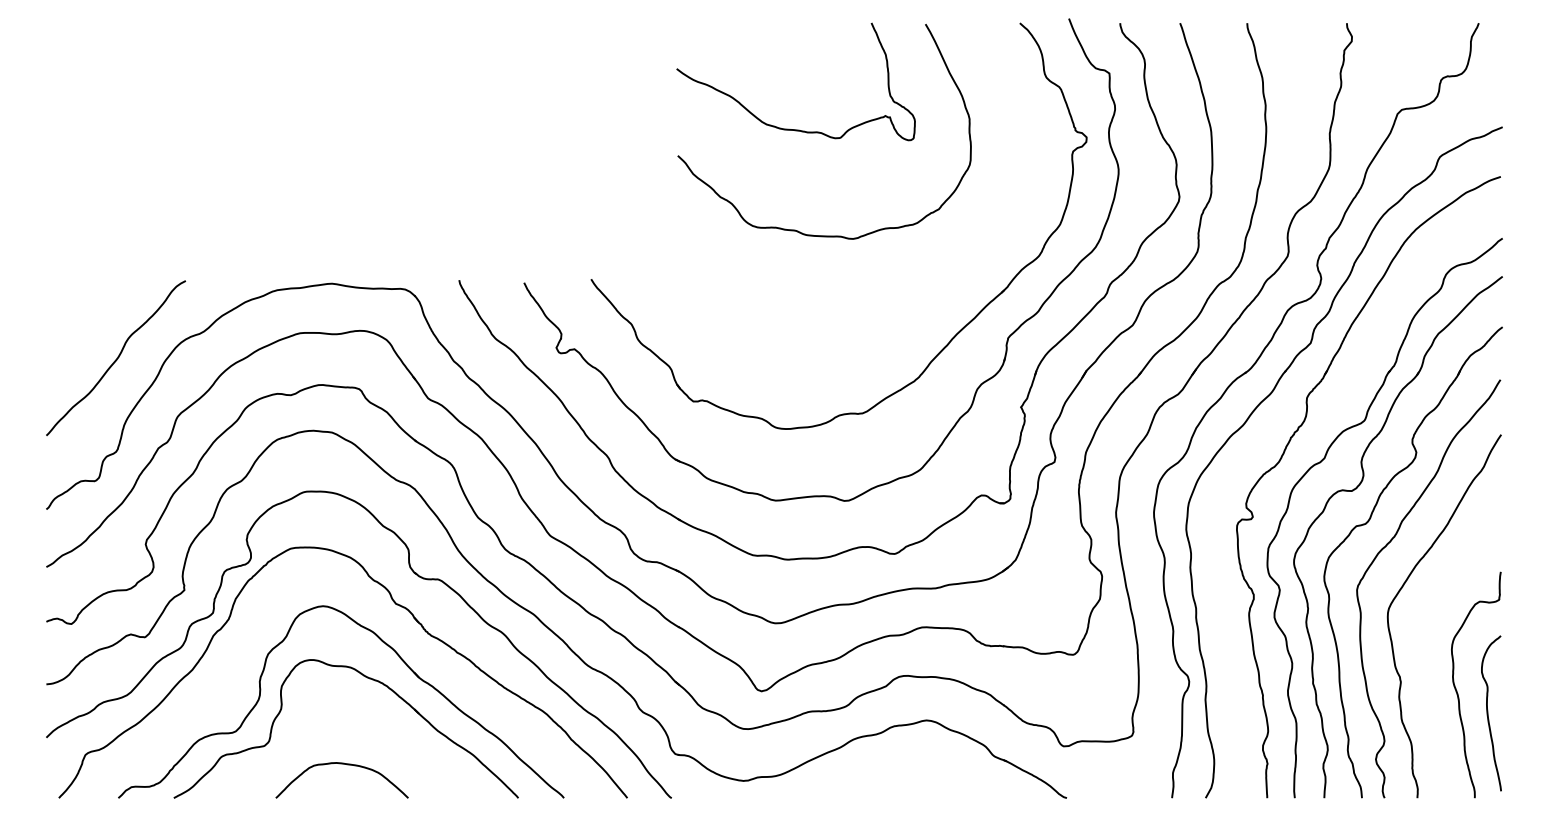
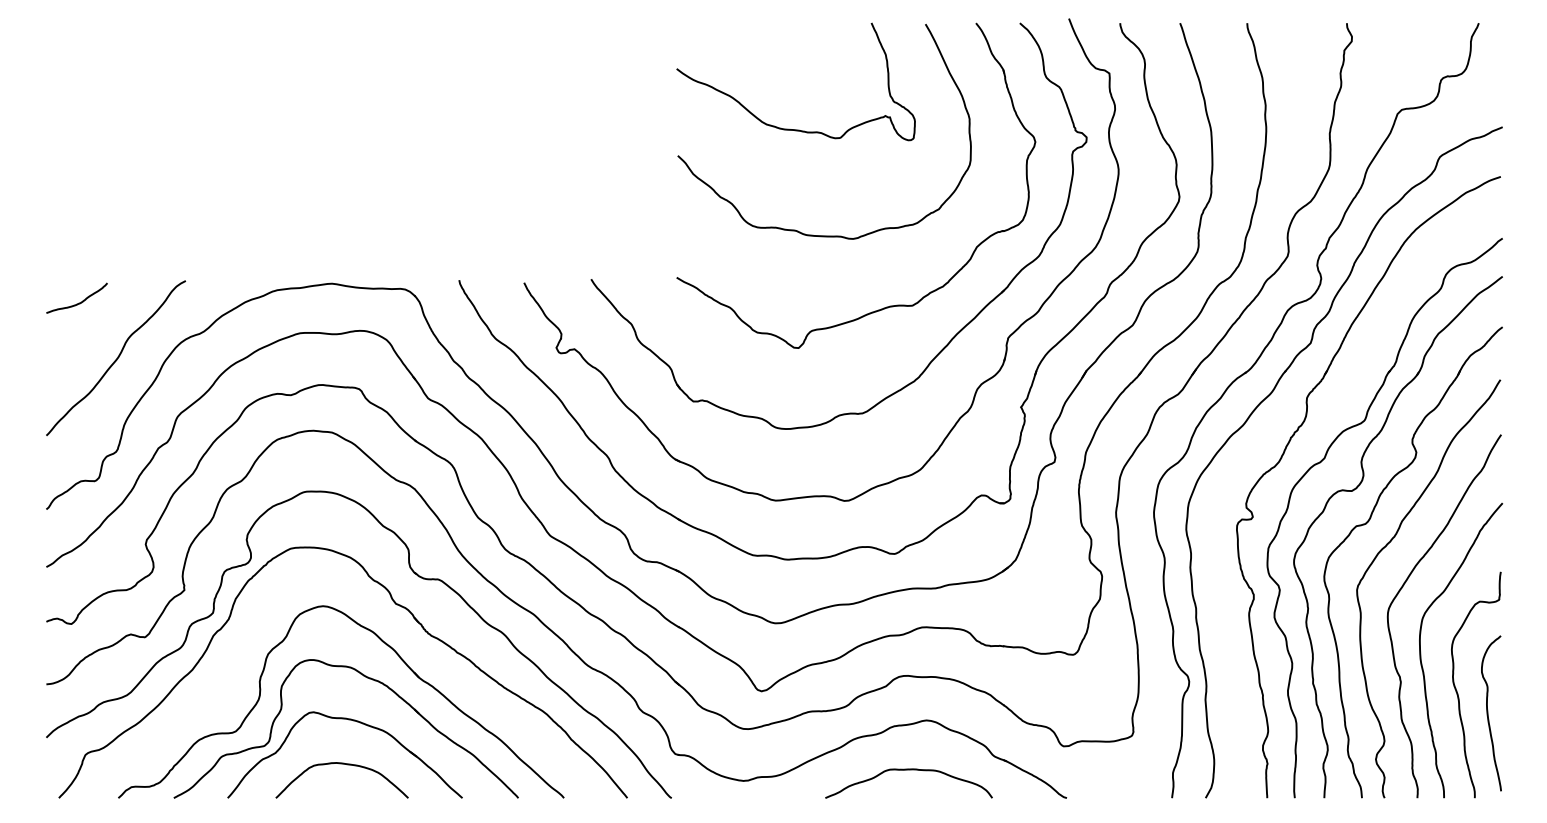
curve at (78, 302): none -> present
part at (889, 305): none -> present
curve at (1421, 652): none -> present
part at (353, 721): none -> present
curve at (908, 770): none -> present
